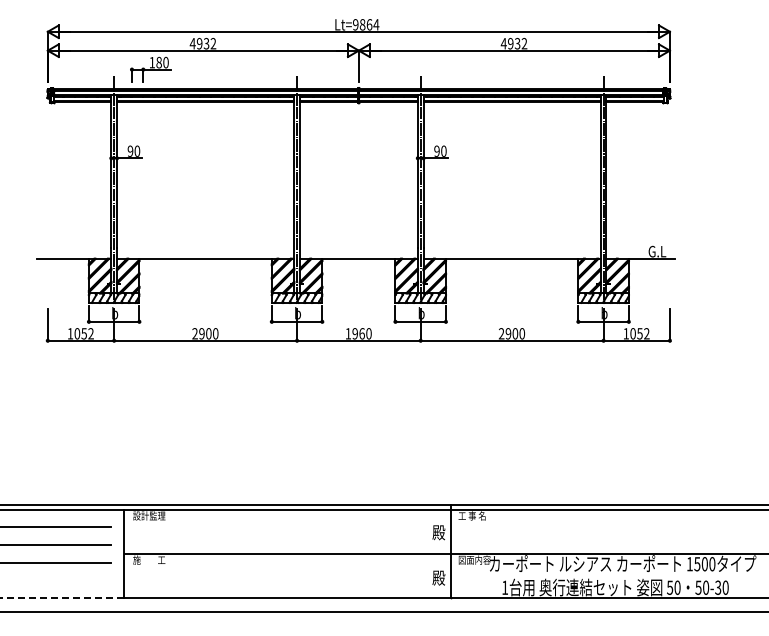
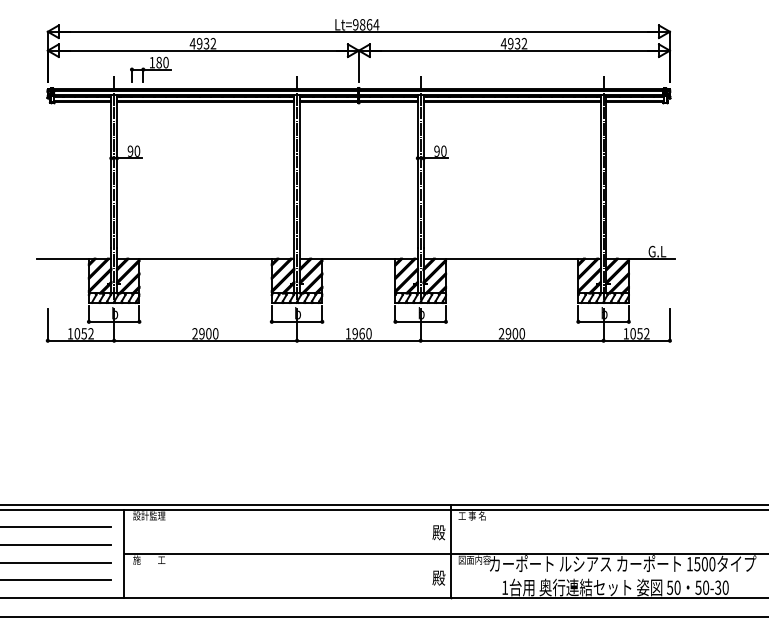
line at (56, 580): none -> present
line at (62, 598): dashed -> solid
line at (383, 612) position: (383, 612) -> (383, 617)
